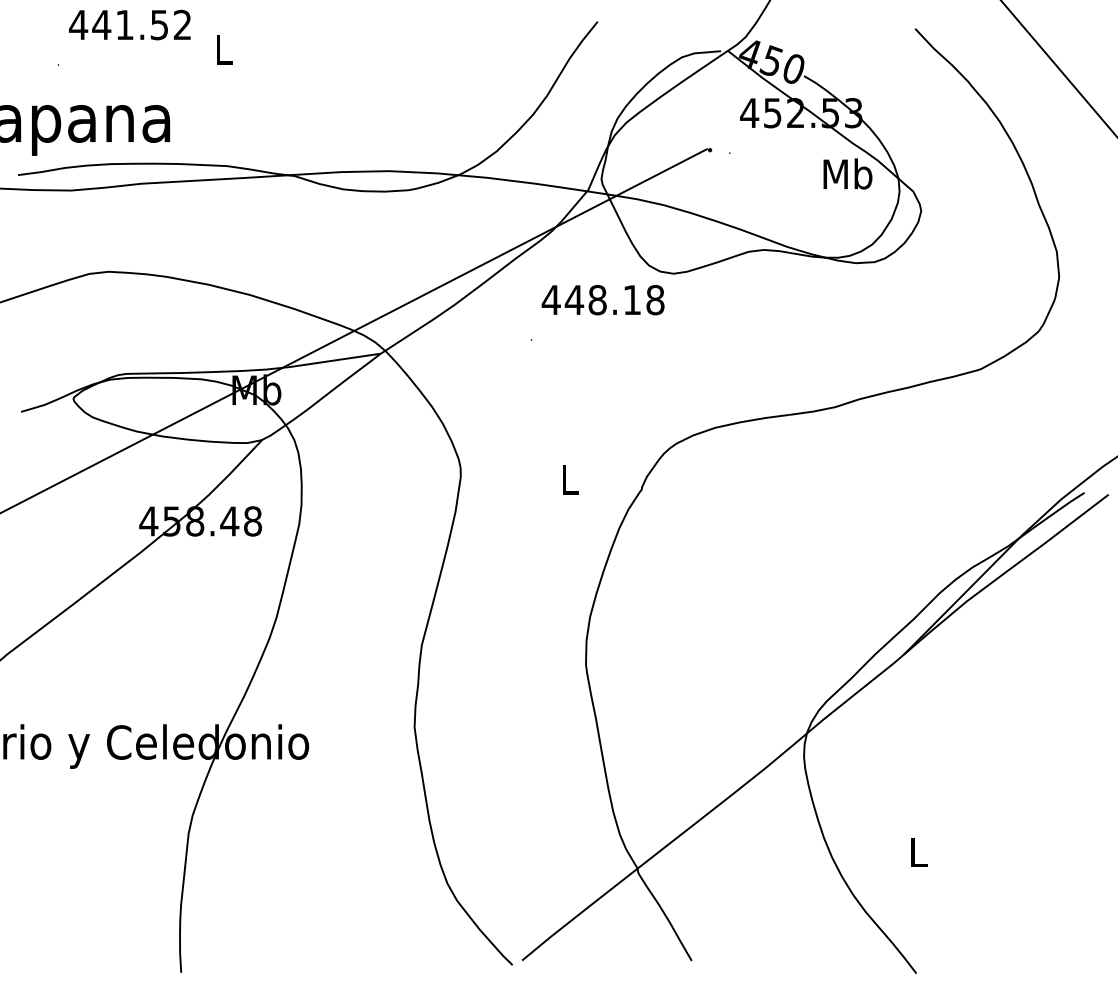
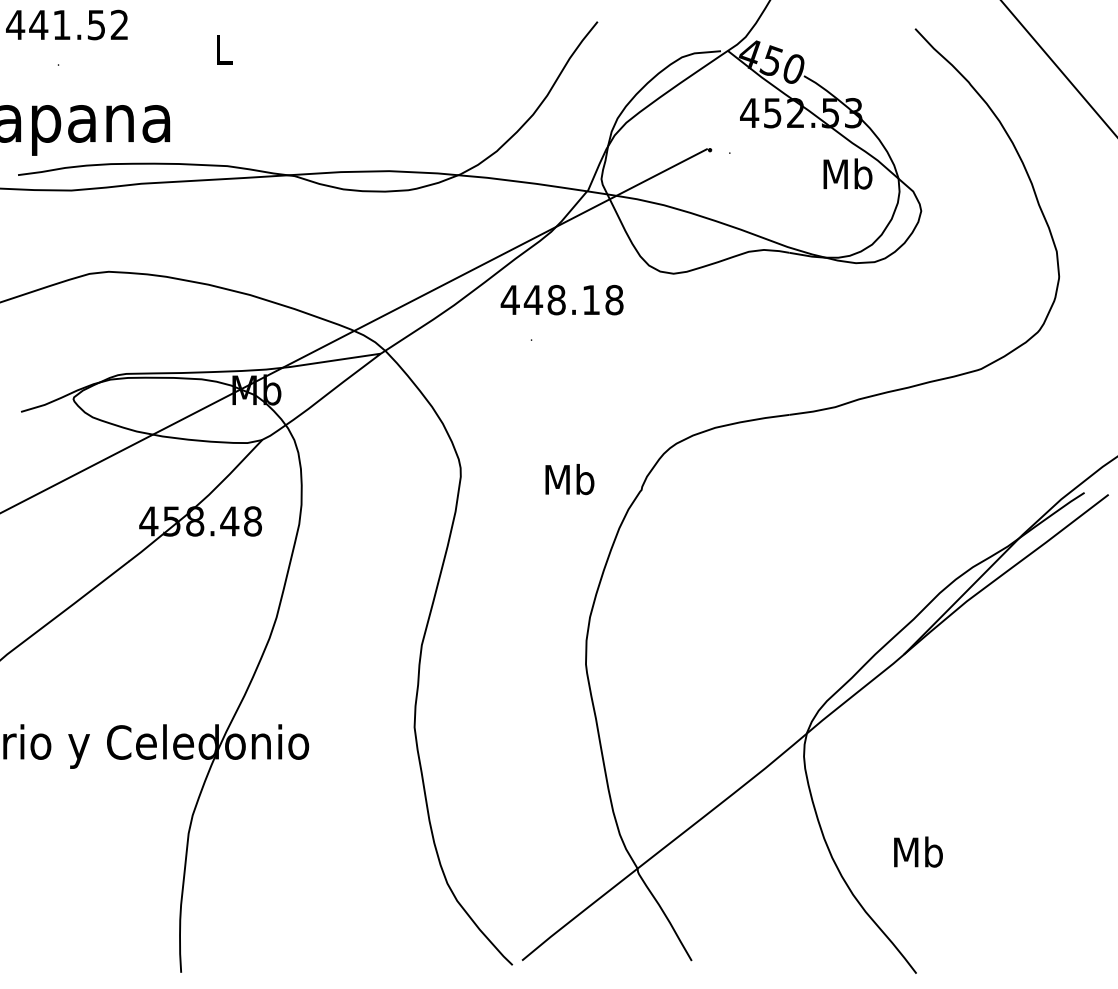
text at (129, 24) position: (129, 24) -> (66, 24)
text at (602, 300) position: (602, 300) -> (561, 300)
text at (569, 479): L -> Mb
text at (918, 851): L -> Mb
